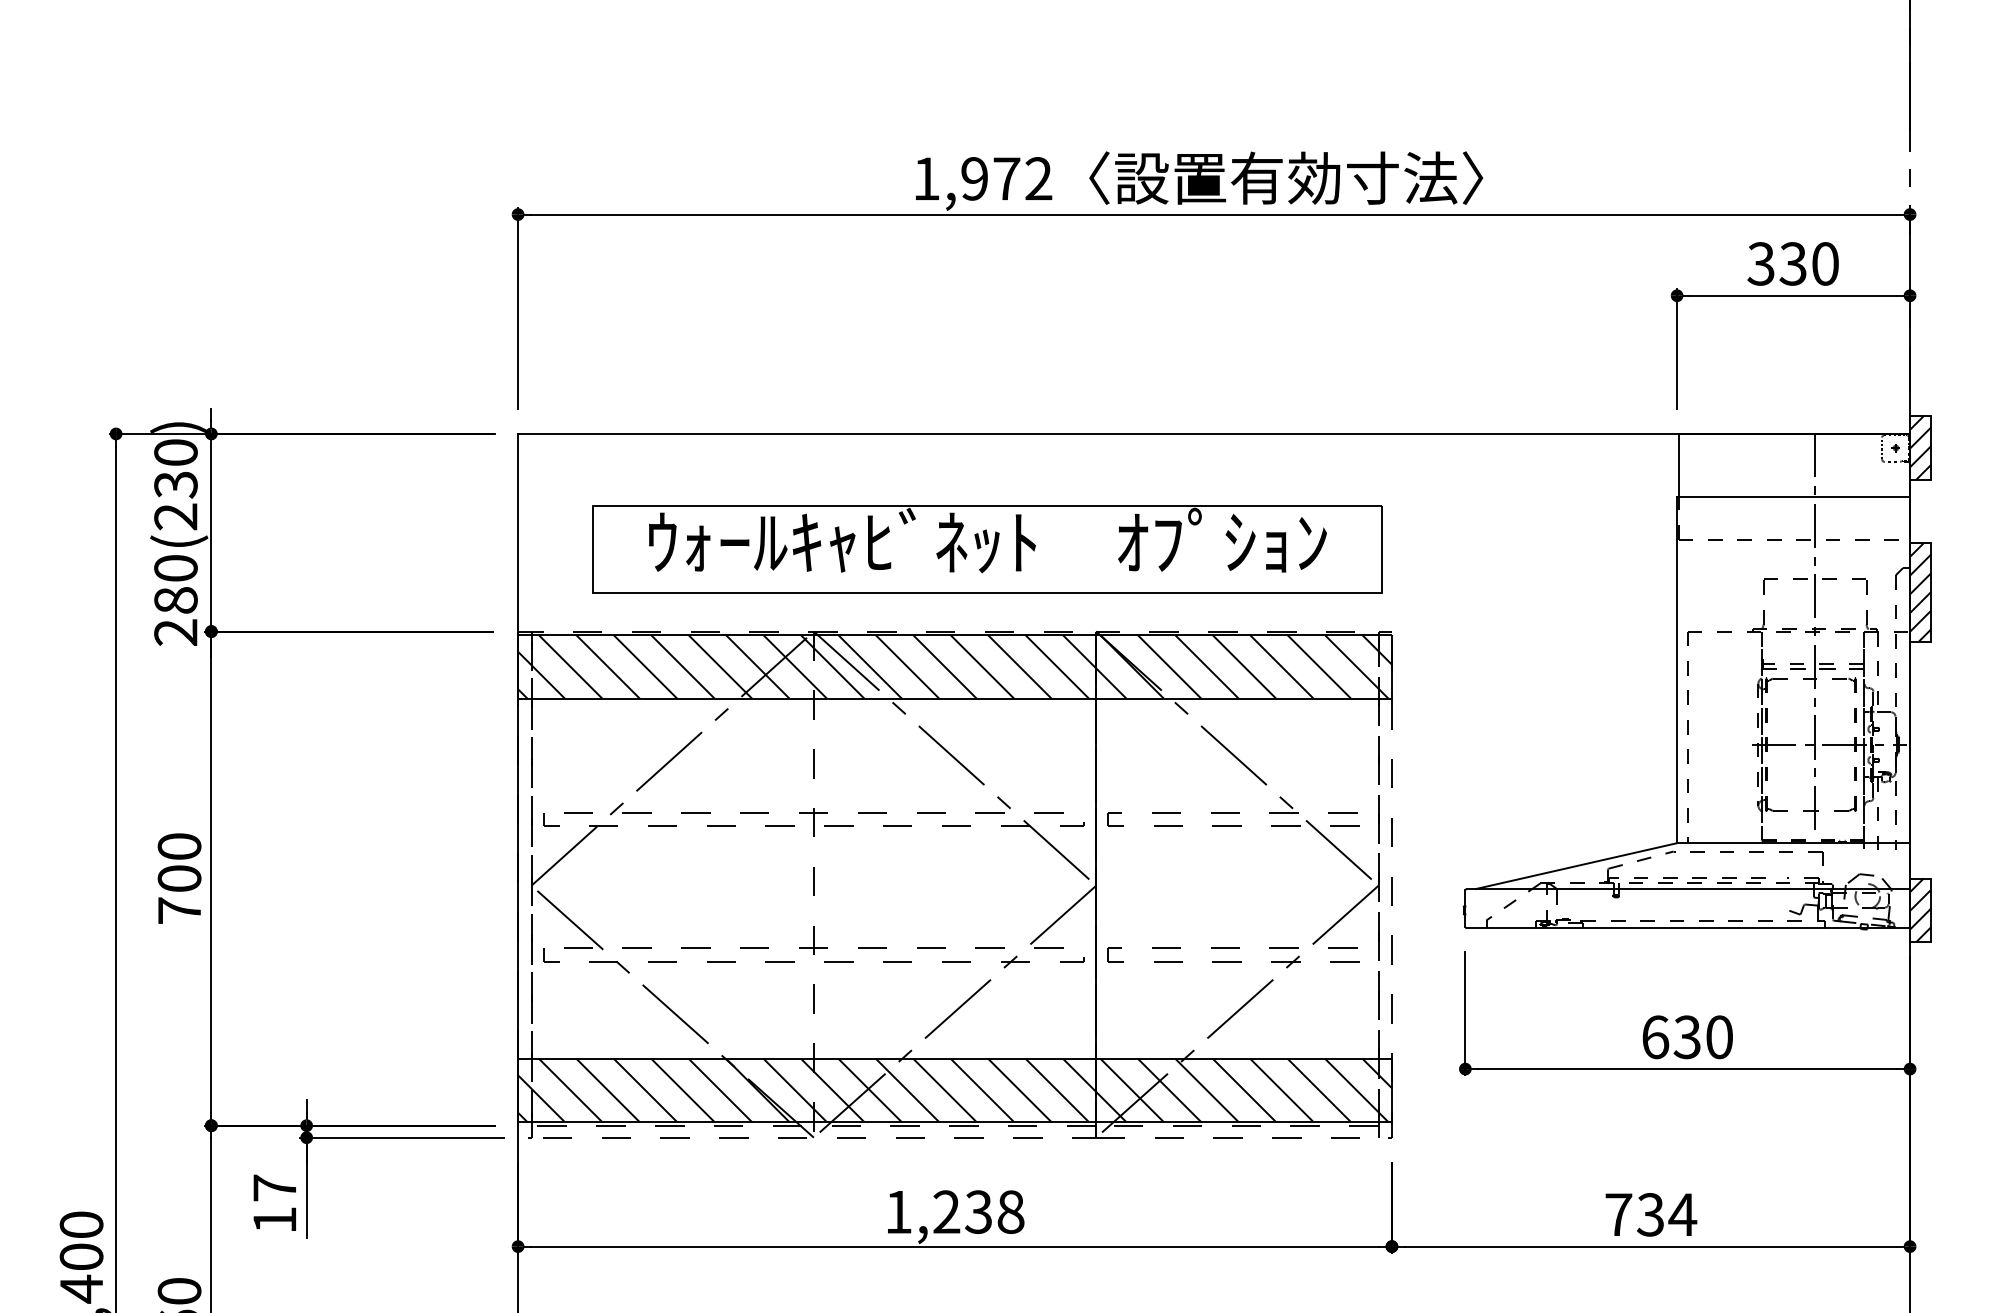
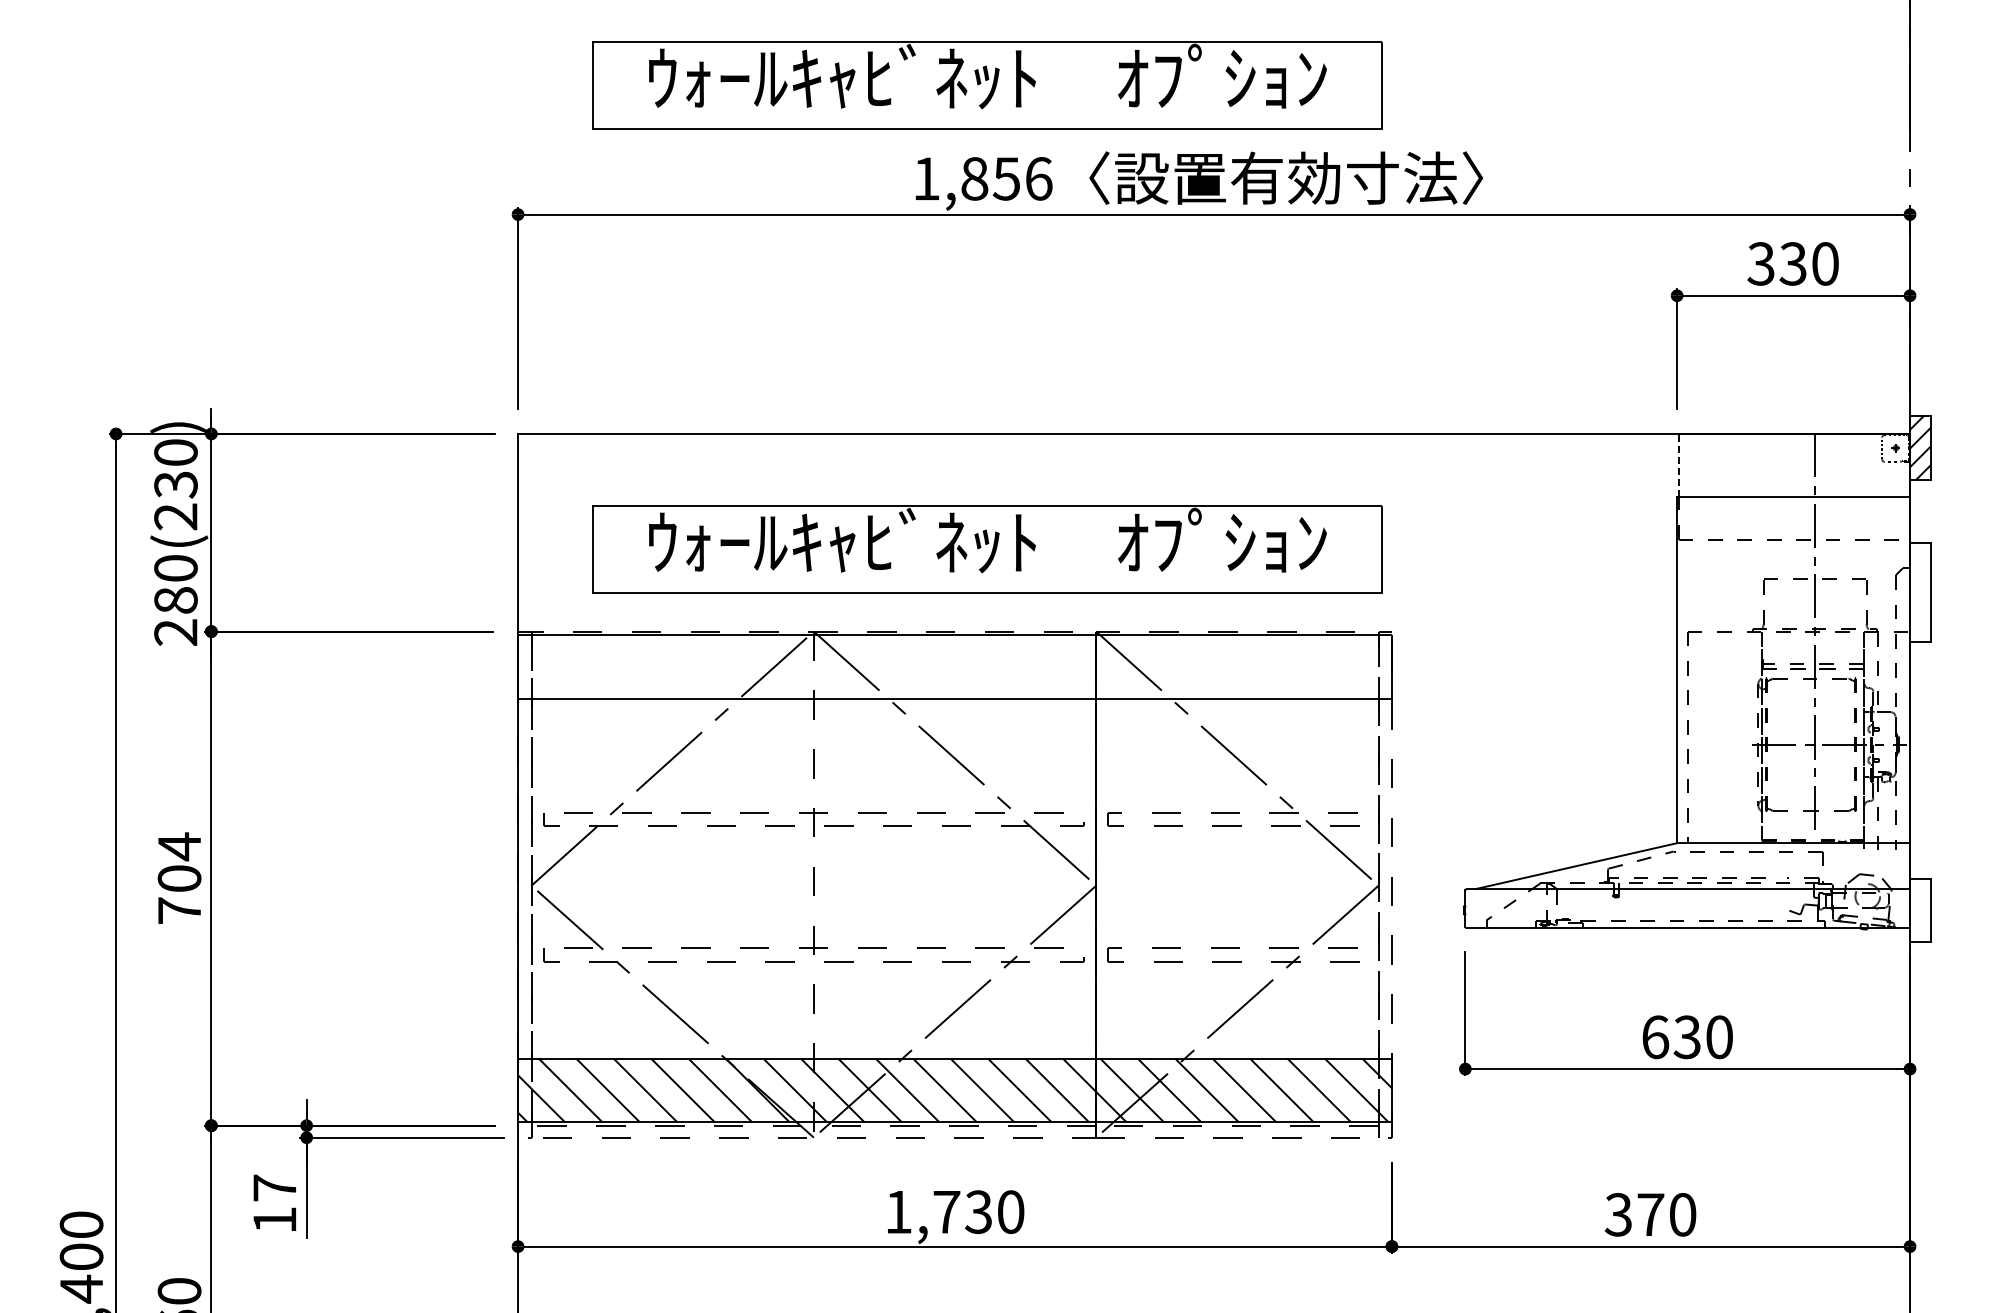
part at (987, 85): none -> present
text at (1006, 178): 1,972 -> 1,856
line at (1678, 465): solid -> dashed
hatch at (1920, 592): present -> none
hatch at (954, 666): present -> none
text at (179, 846): 700 -> 704
hatch at (1920, 910): present -> none
text at (978, 1211): 1,238 -> 1,730
text at (1650, 1214): 734 -> 370
